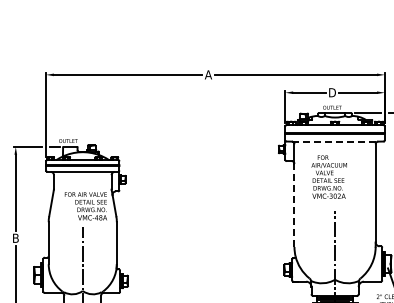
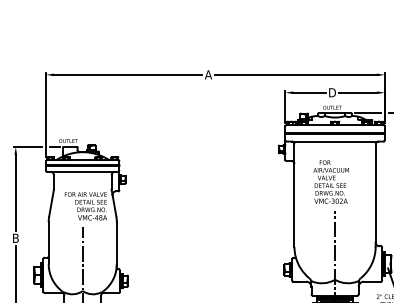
line at (335, 141): dashed -> solid
text at (328, 176) position: (328, 176) -> (330, 181)
line at (294, 205): dashed -> solid
